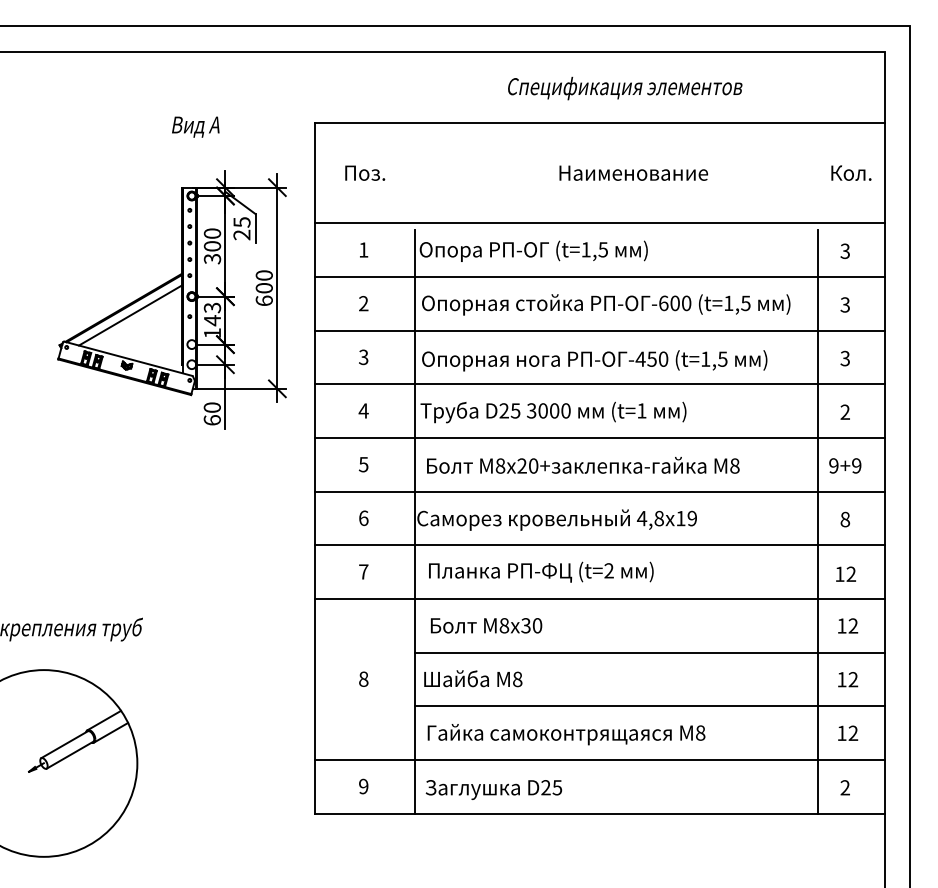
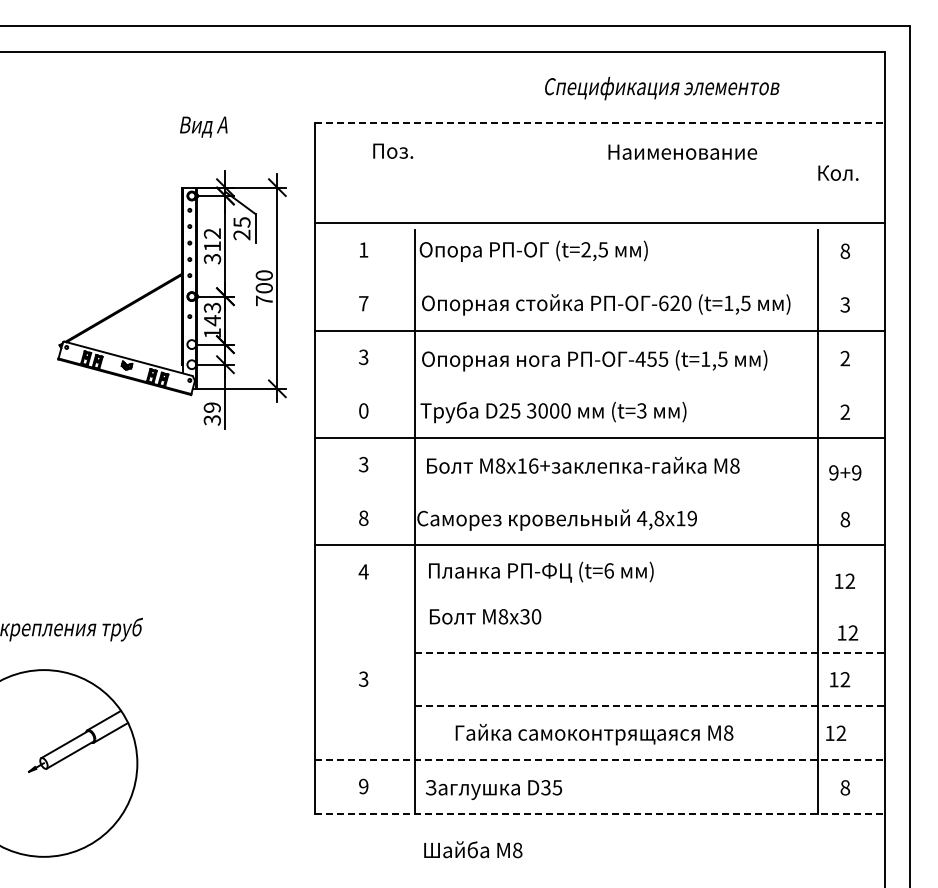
text at (625, 88) position: (625, 88) -> (662, 88)
line at (600, 122): solid -> dashed
text at (195, 126) position: (195, 126) -> (203, 126)
text at (365, 172) position: (365, 172) -> (393, 150)
text at (633, 172) position: (633, 172) -> (682, 151)
text at (851, 172) position: (851, 172) -> (838, 172)
text at (212, 239): 300 -> 312
text at (585, 249): (t=1,5 -> (t=2,5
text at (845, 250): 3 -> 8
line at (599, 277): present -> none
text at (263, 300): 600 -> 700
text at (363, 303): 2 -> 7
text at (674, 303): -600 -> -620
line at (130, 315): present -> none
text at (663, 358): -450 -> -455
text at (844, 358): 3 -> 2
line at (599, 384): present -> none
text at (363, 410): 4 -> 0
text at (641, 410): (t=1 -> (t=3
text at (211, 413): 60 -> 39
text at (363, 463): 5 -> 3
text at (527, 465): 20+ -> 16+
text at (845, 465) position: (845, 465) -> (845, 472)
line at (599, 491): present -> none
text at (363, 517): 6 -> 8
text at (608, 570): (t=2 -> (t=6
text at (363, 571): 7 -> 4
text at (845, 573) position: (845, 573) -> (844, 580)
line at (599, 599): present -> none
text at (486, 625) position: (486, 625) -> (485, 616)
text at (848, 625) position: (848, 625) -> (848, 632)
line at (649, 652): solid -> dashed
text at (363, 678): 8 -> 3
text at (473, 678) position: (473, 678) -> (473, 849)
text at (848, 679) position: (848, 679) -> (840, 679)
line at (649, 706): solid -> dashed
text at (848, 732) position: (848, 732) -> (836, 732)
text at (566, 734) position: (566, 734) -> (594, 734)
line at (600, 759): solid -> dashed
text at (545, 787): D25 -> D35
text at (845, 787): 2 -> 8
line at (600, 813): solid -> dashed
